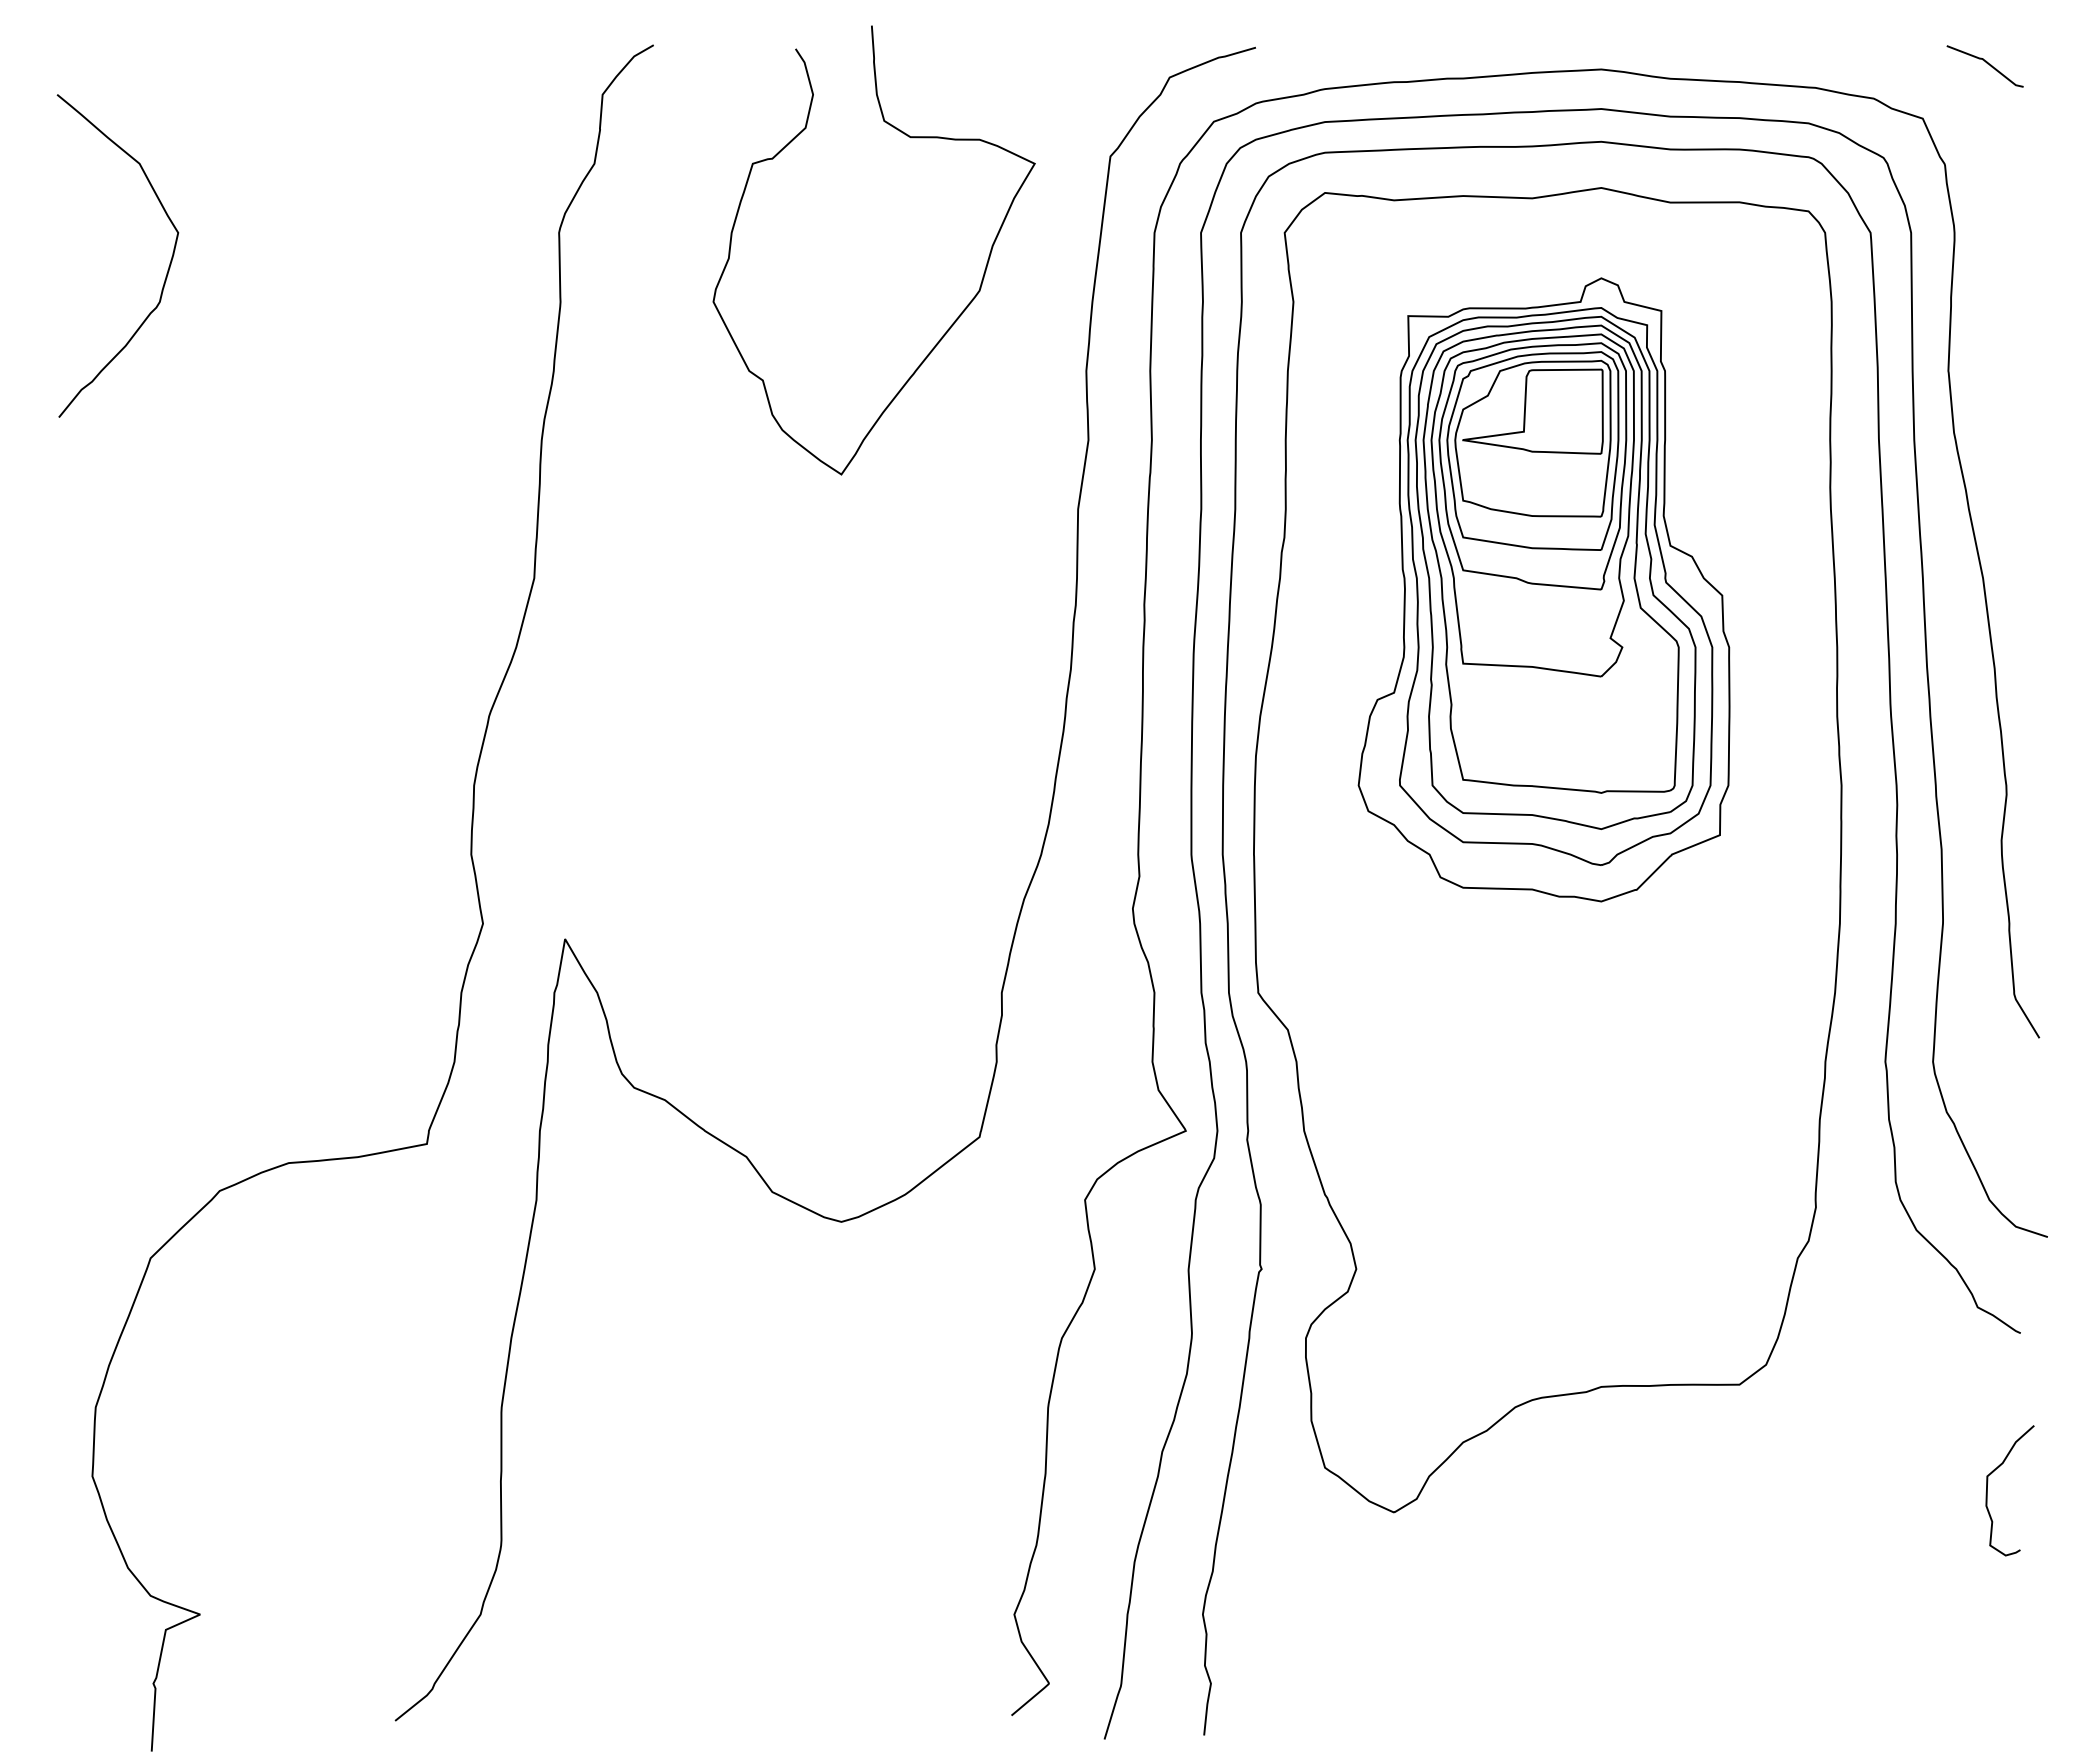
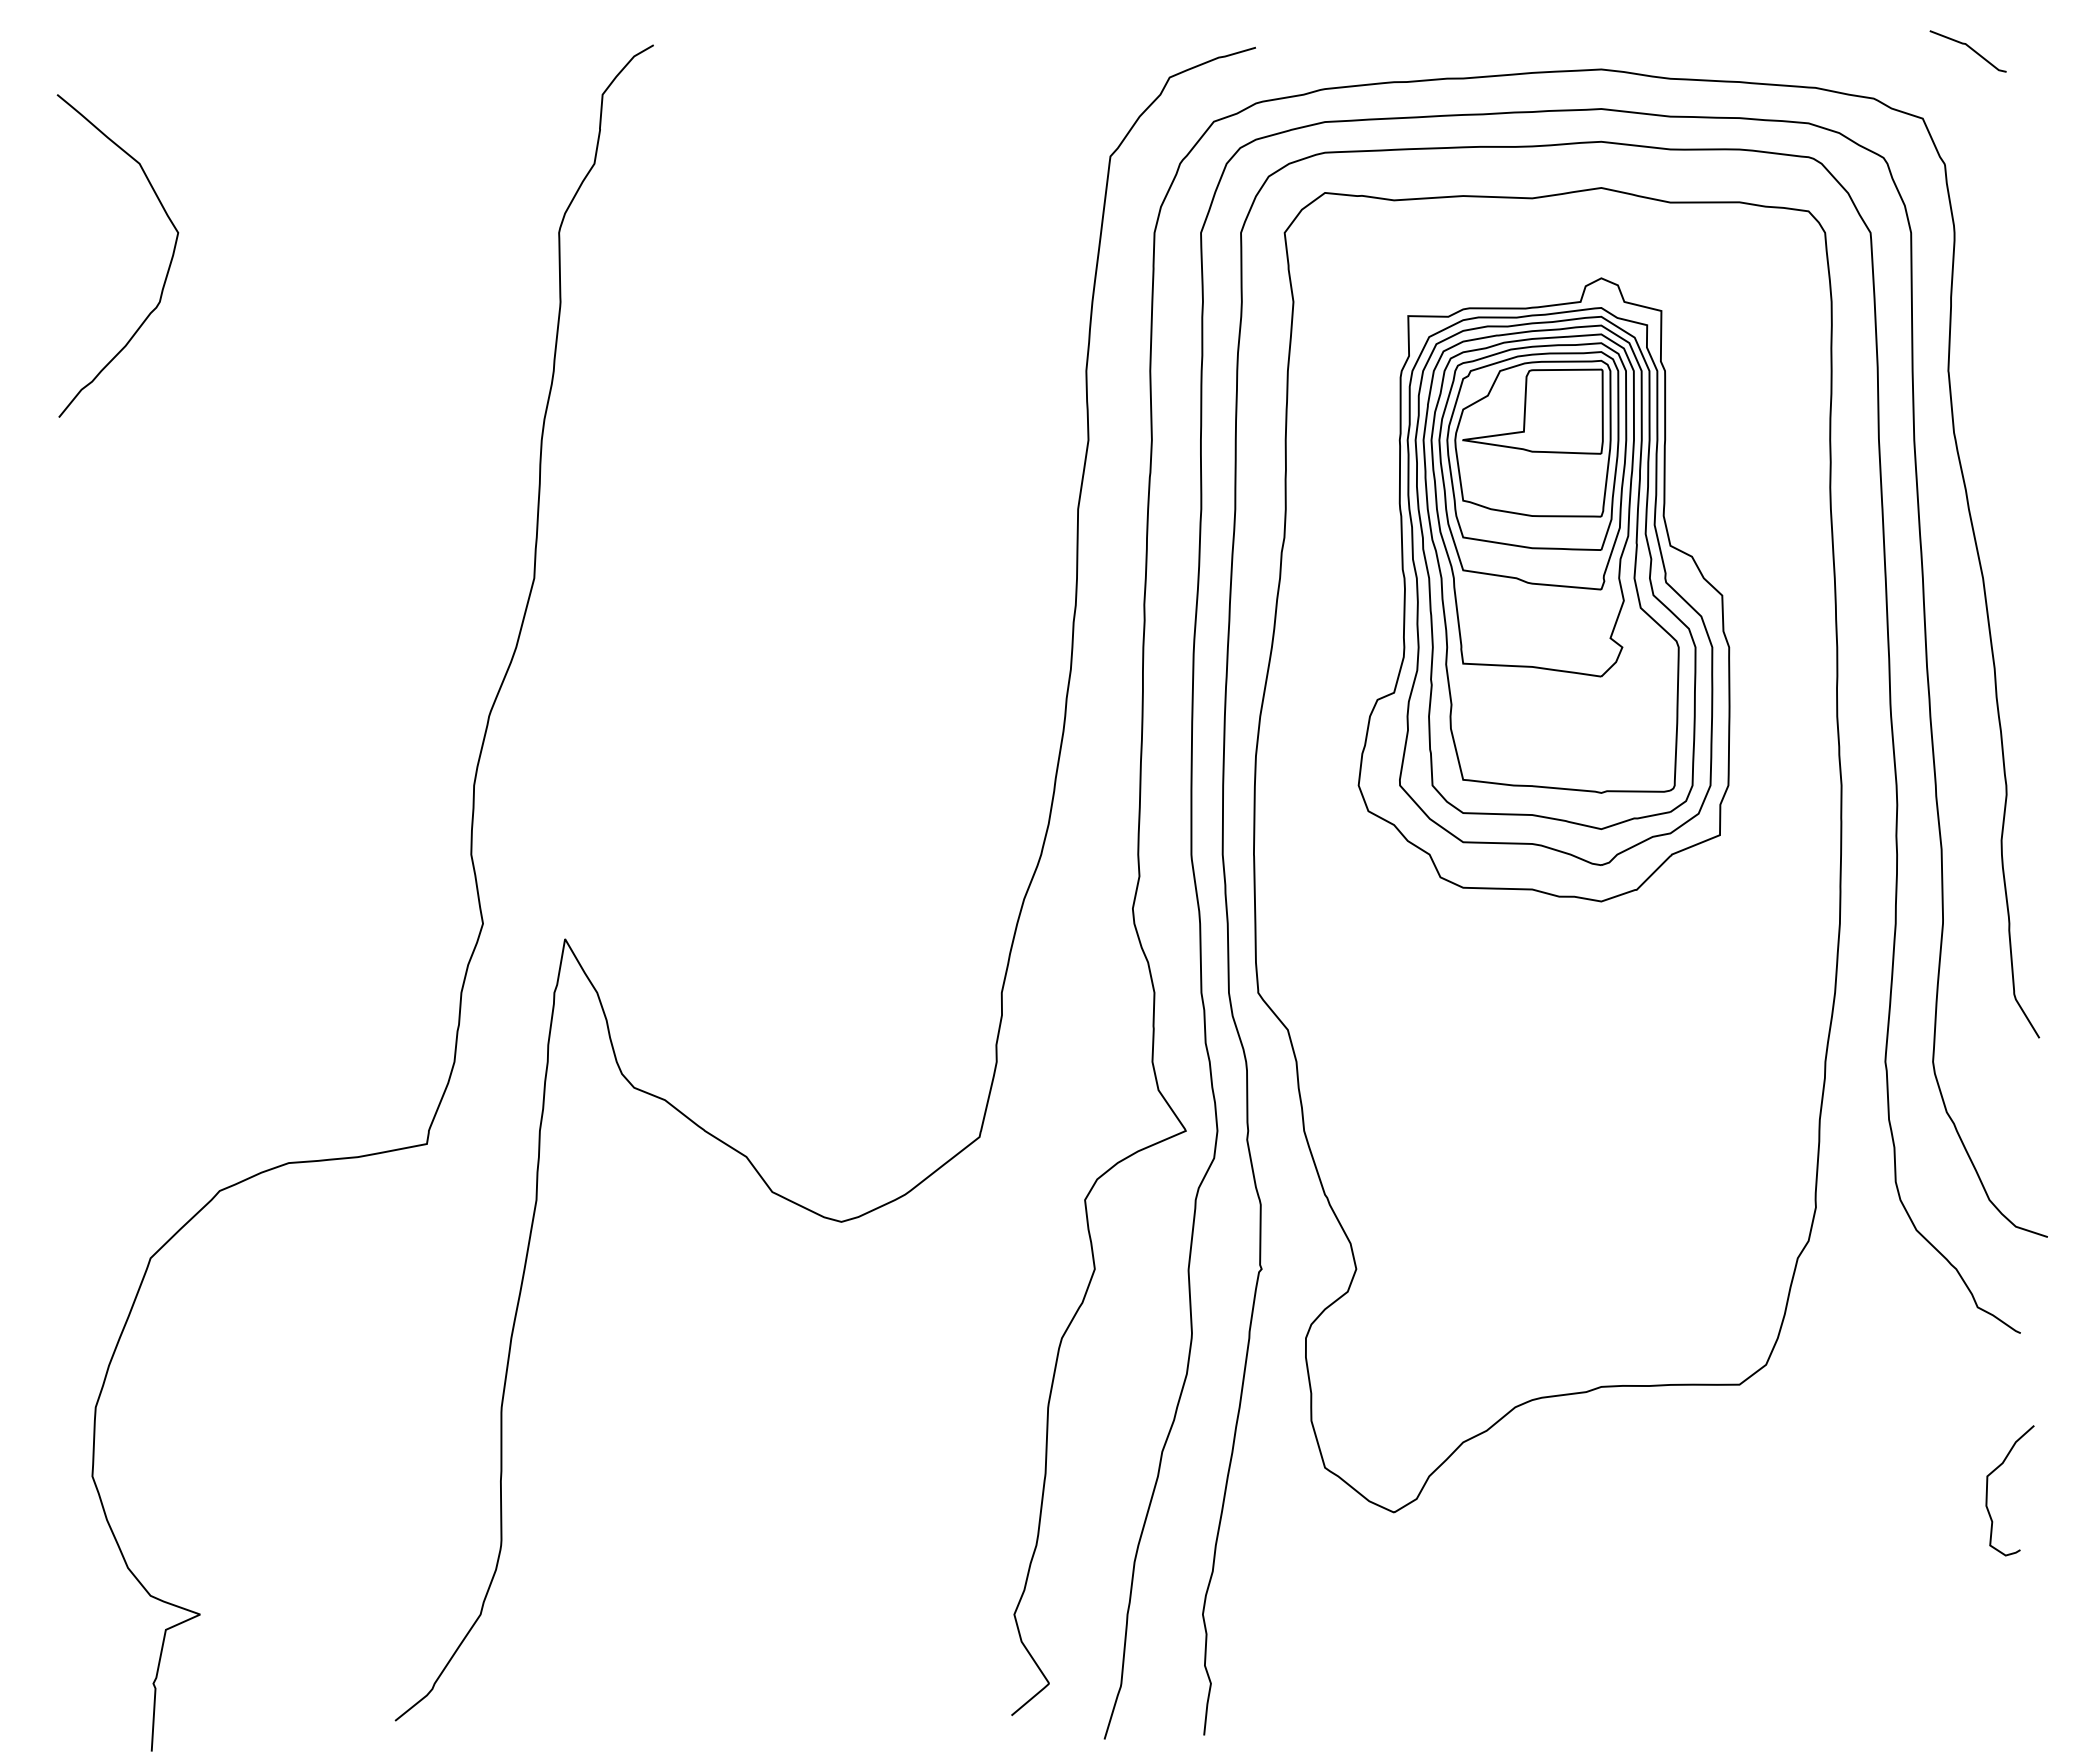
line at (1986, 63) position: (1986, 63) -> (1969, 48)
curve at (955, 319): present -> none
